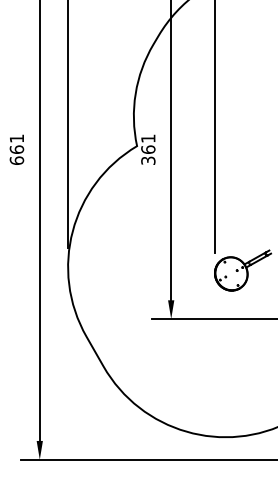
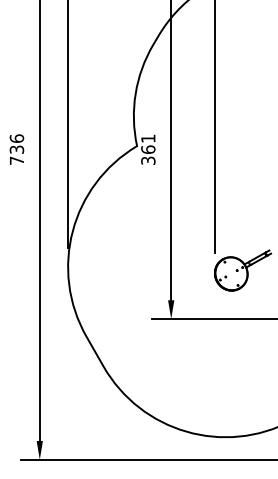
text at (16, 149): 661 -> 736
